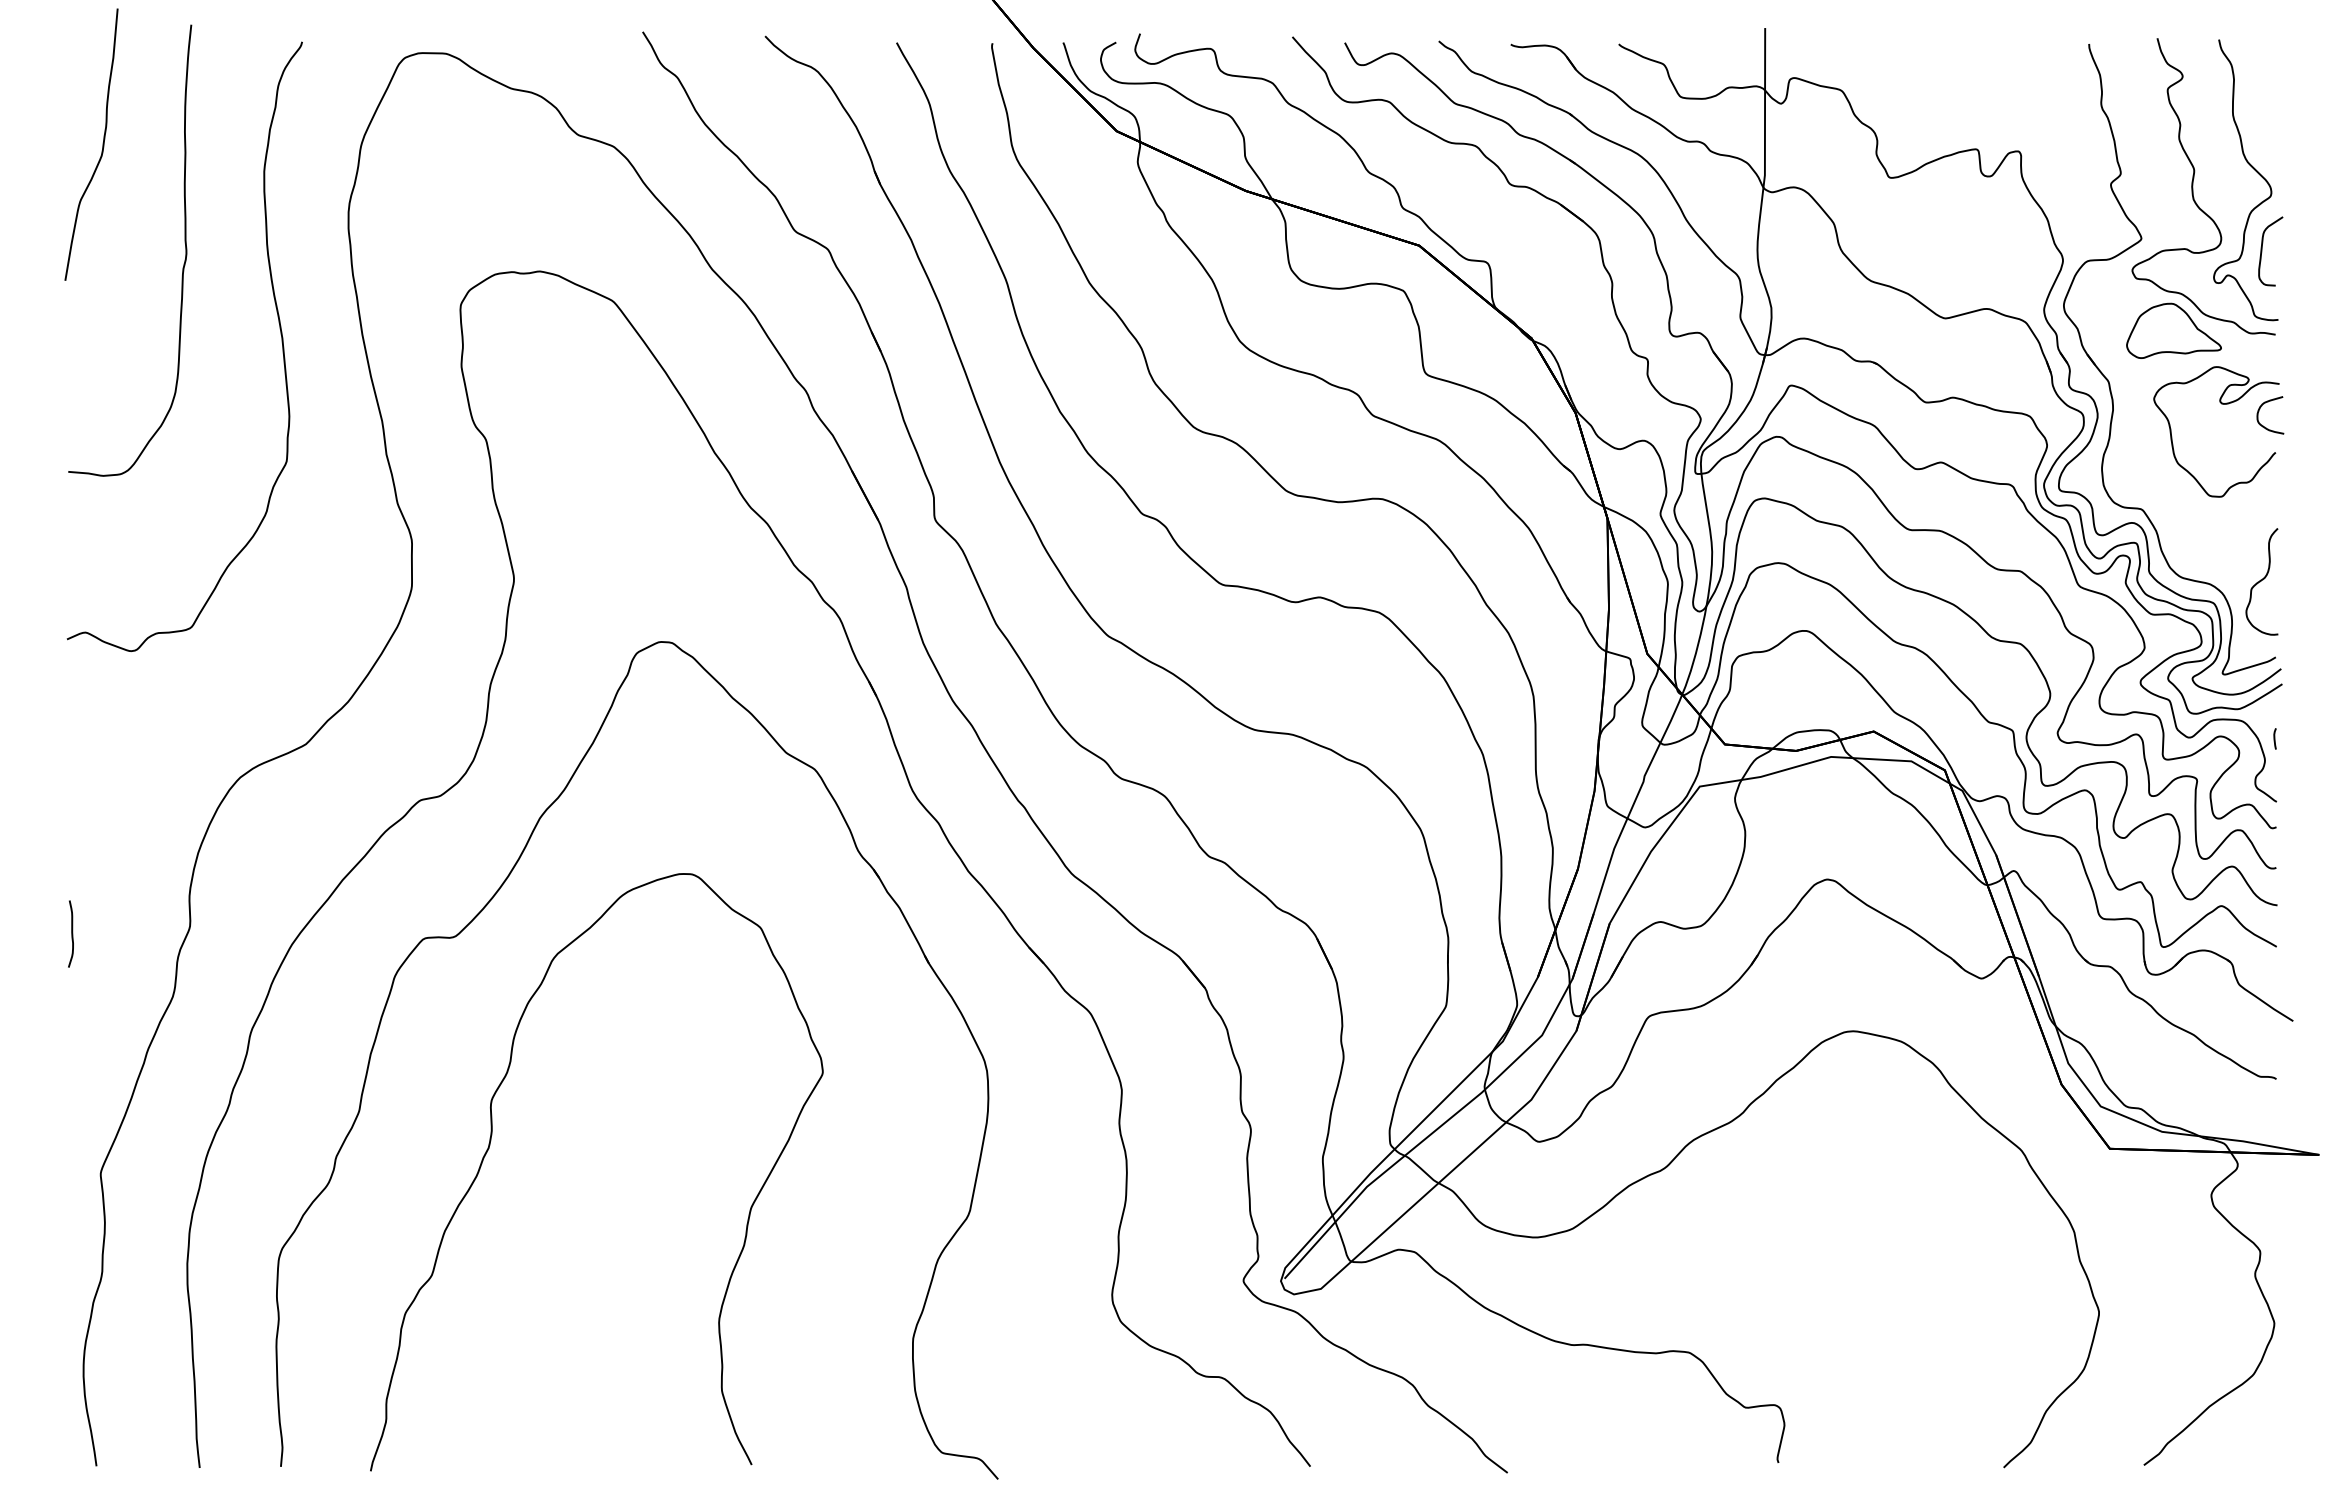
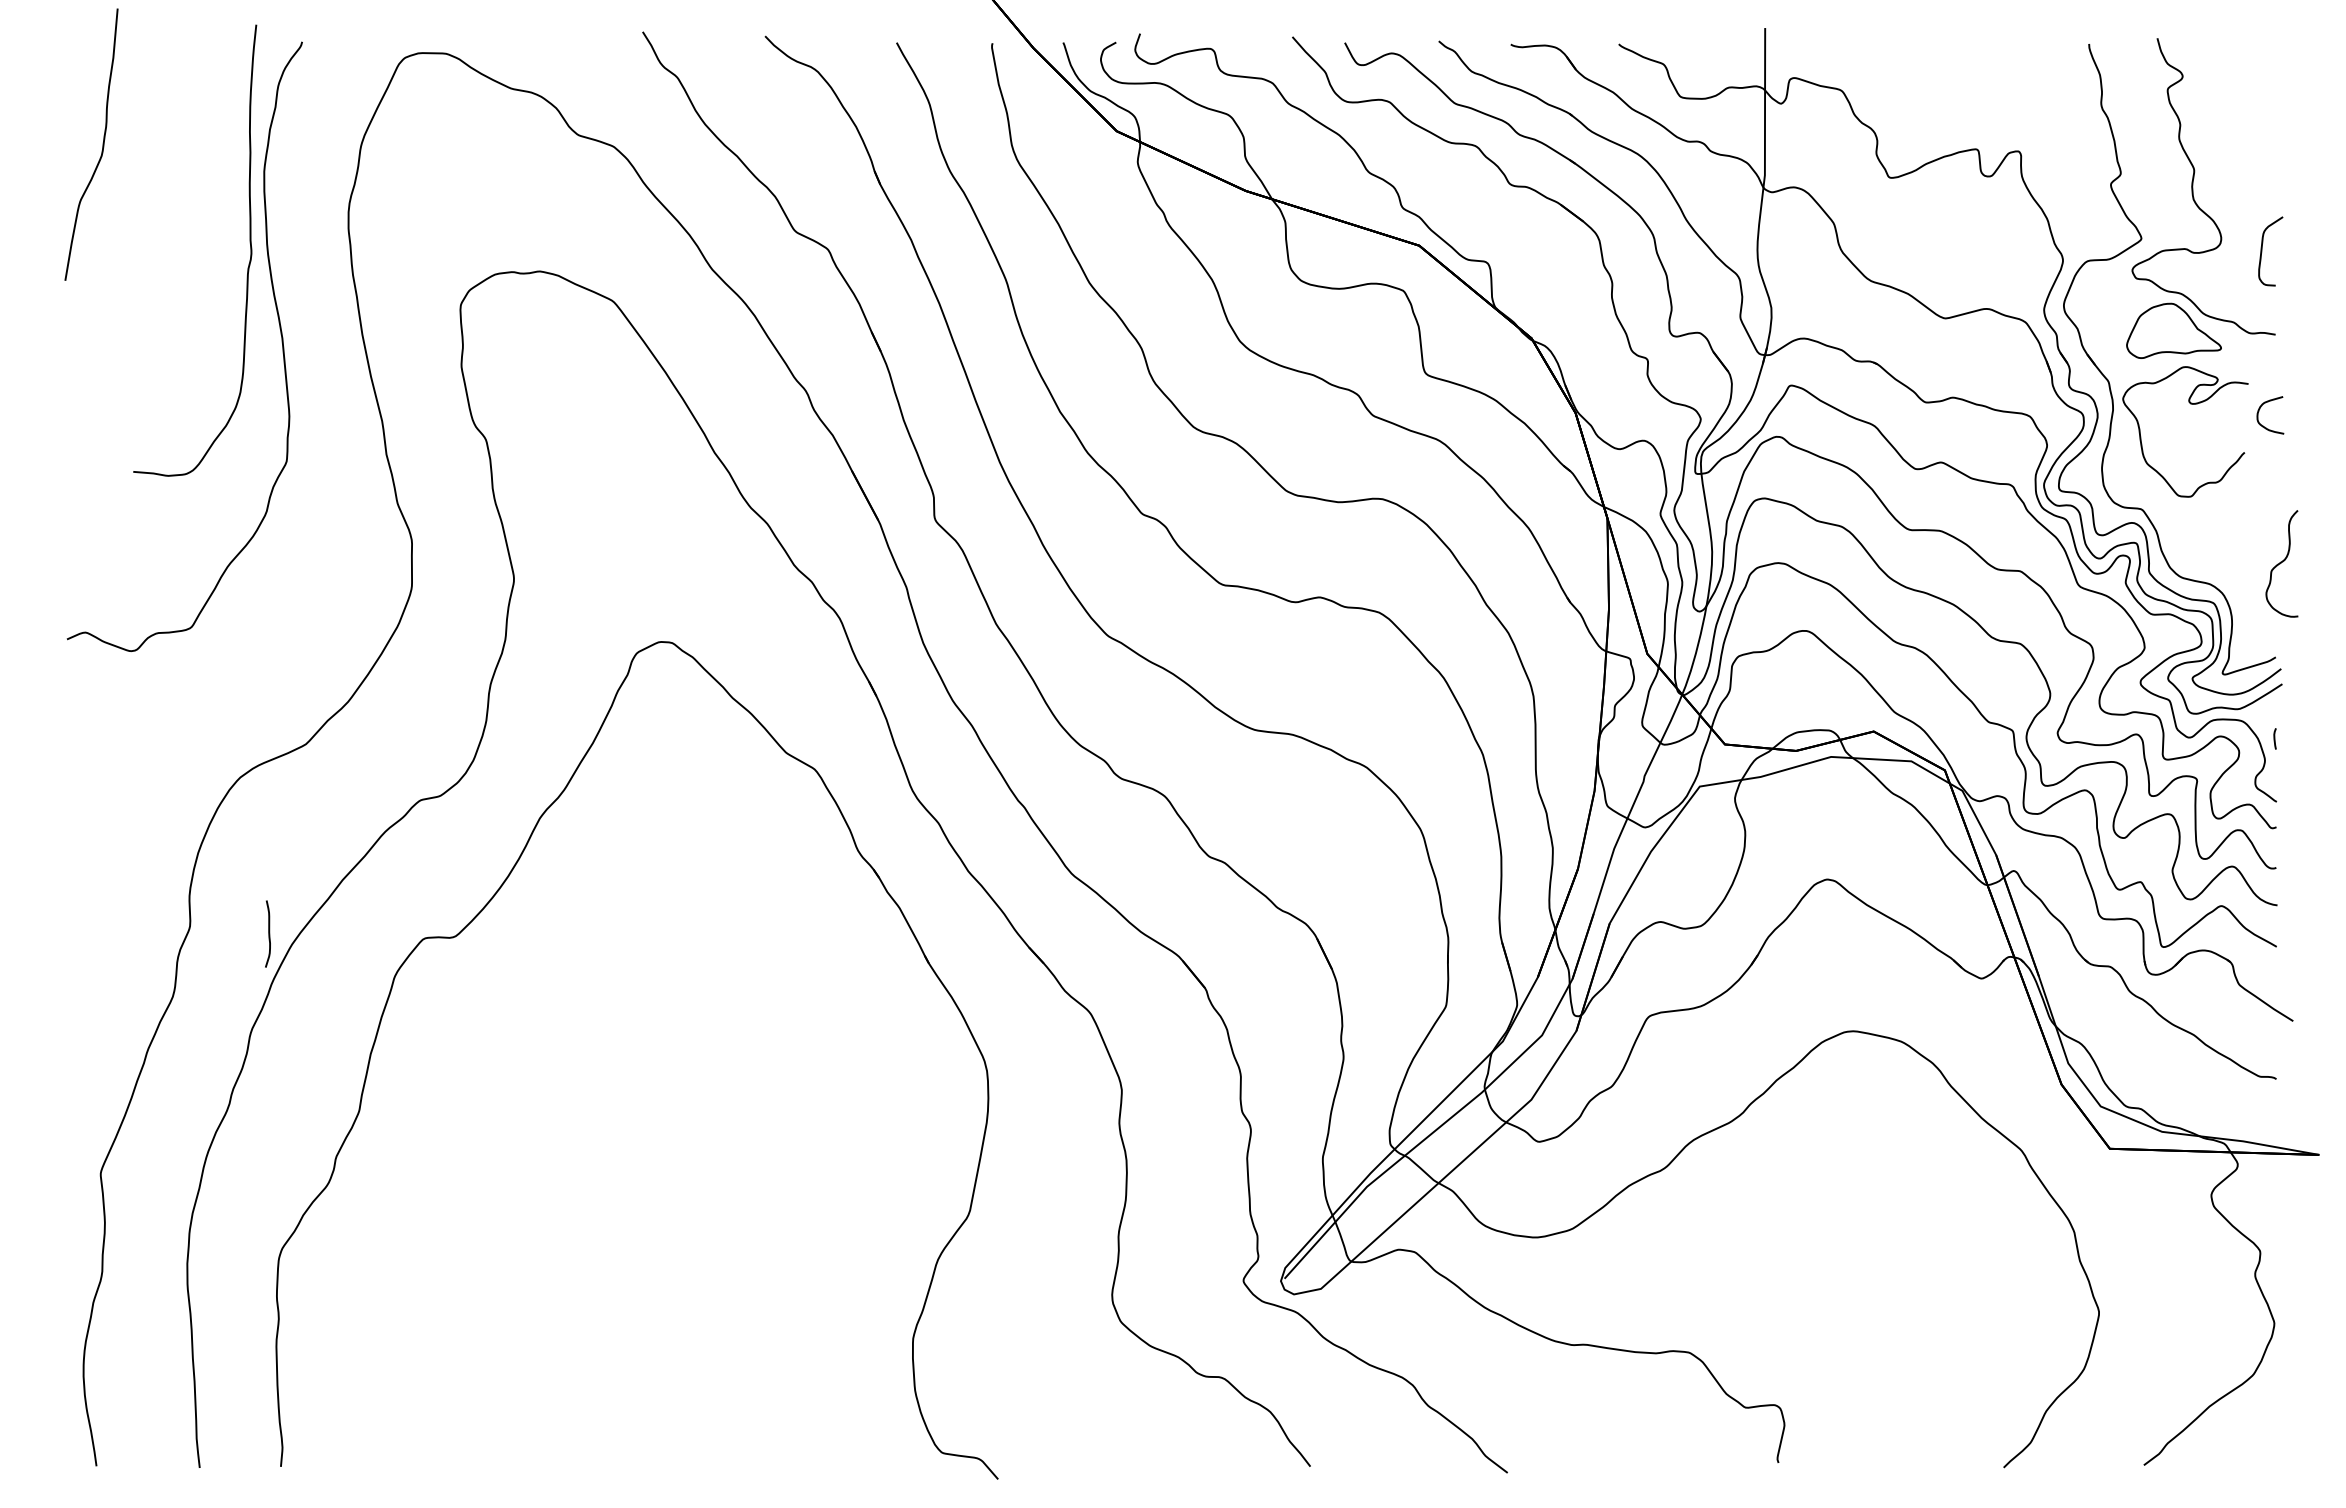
curve at (2254, 170): present -> none
curve at (184, 243) position: (184, 243) -> (249, 243)
curve at (2221, 404) position: (2221, 404) -> (2190, 404)
curve at (2261, 581) position: (2261, 581) -> (2281, 563)
curve at (71, 933) position: (71, 933) -> (268, 933)
curve at (490, 1145): present -> none
